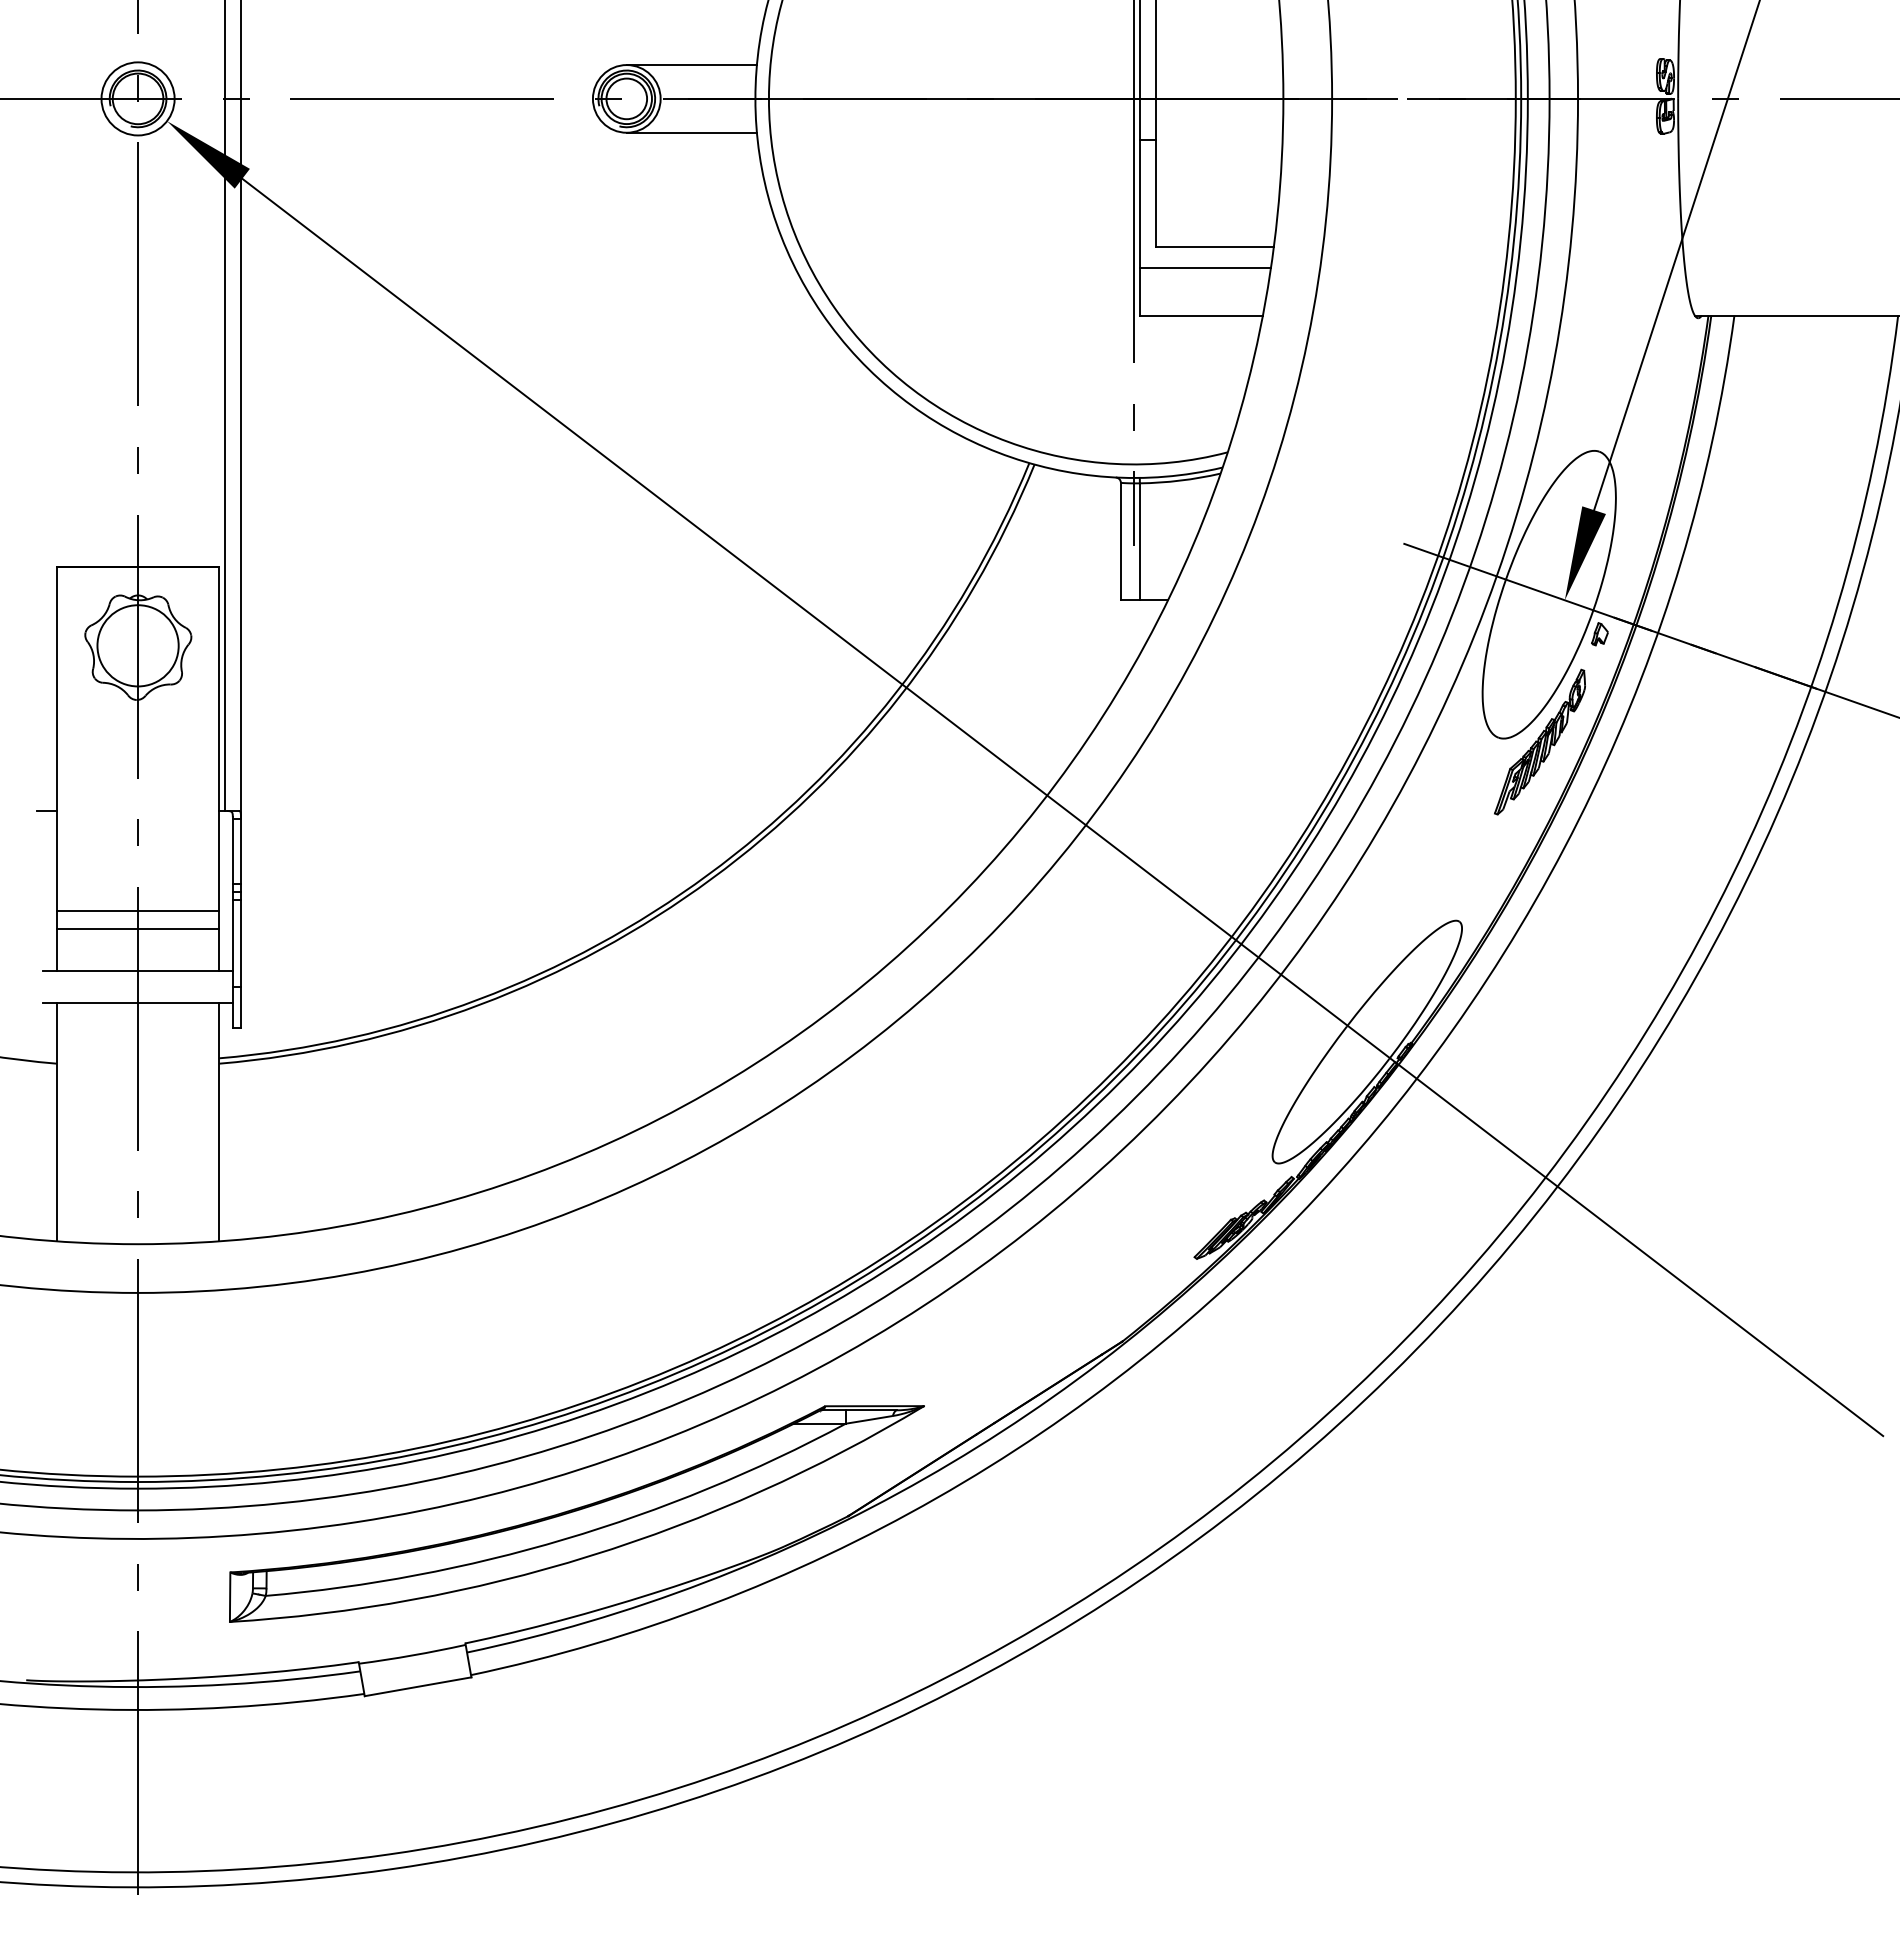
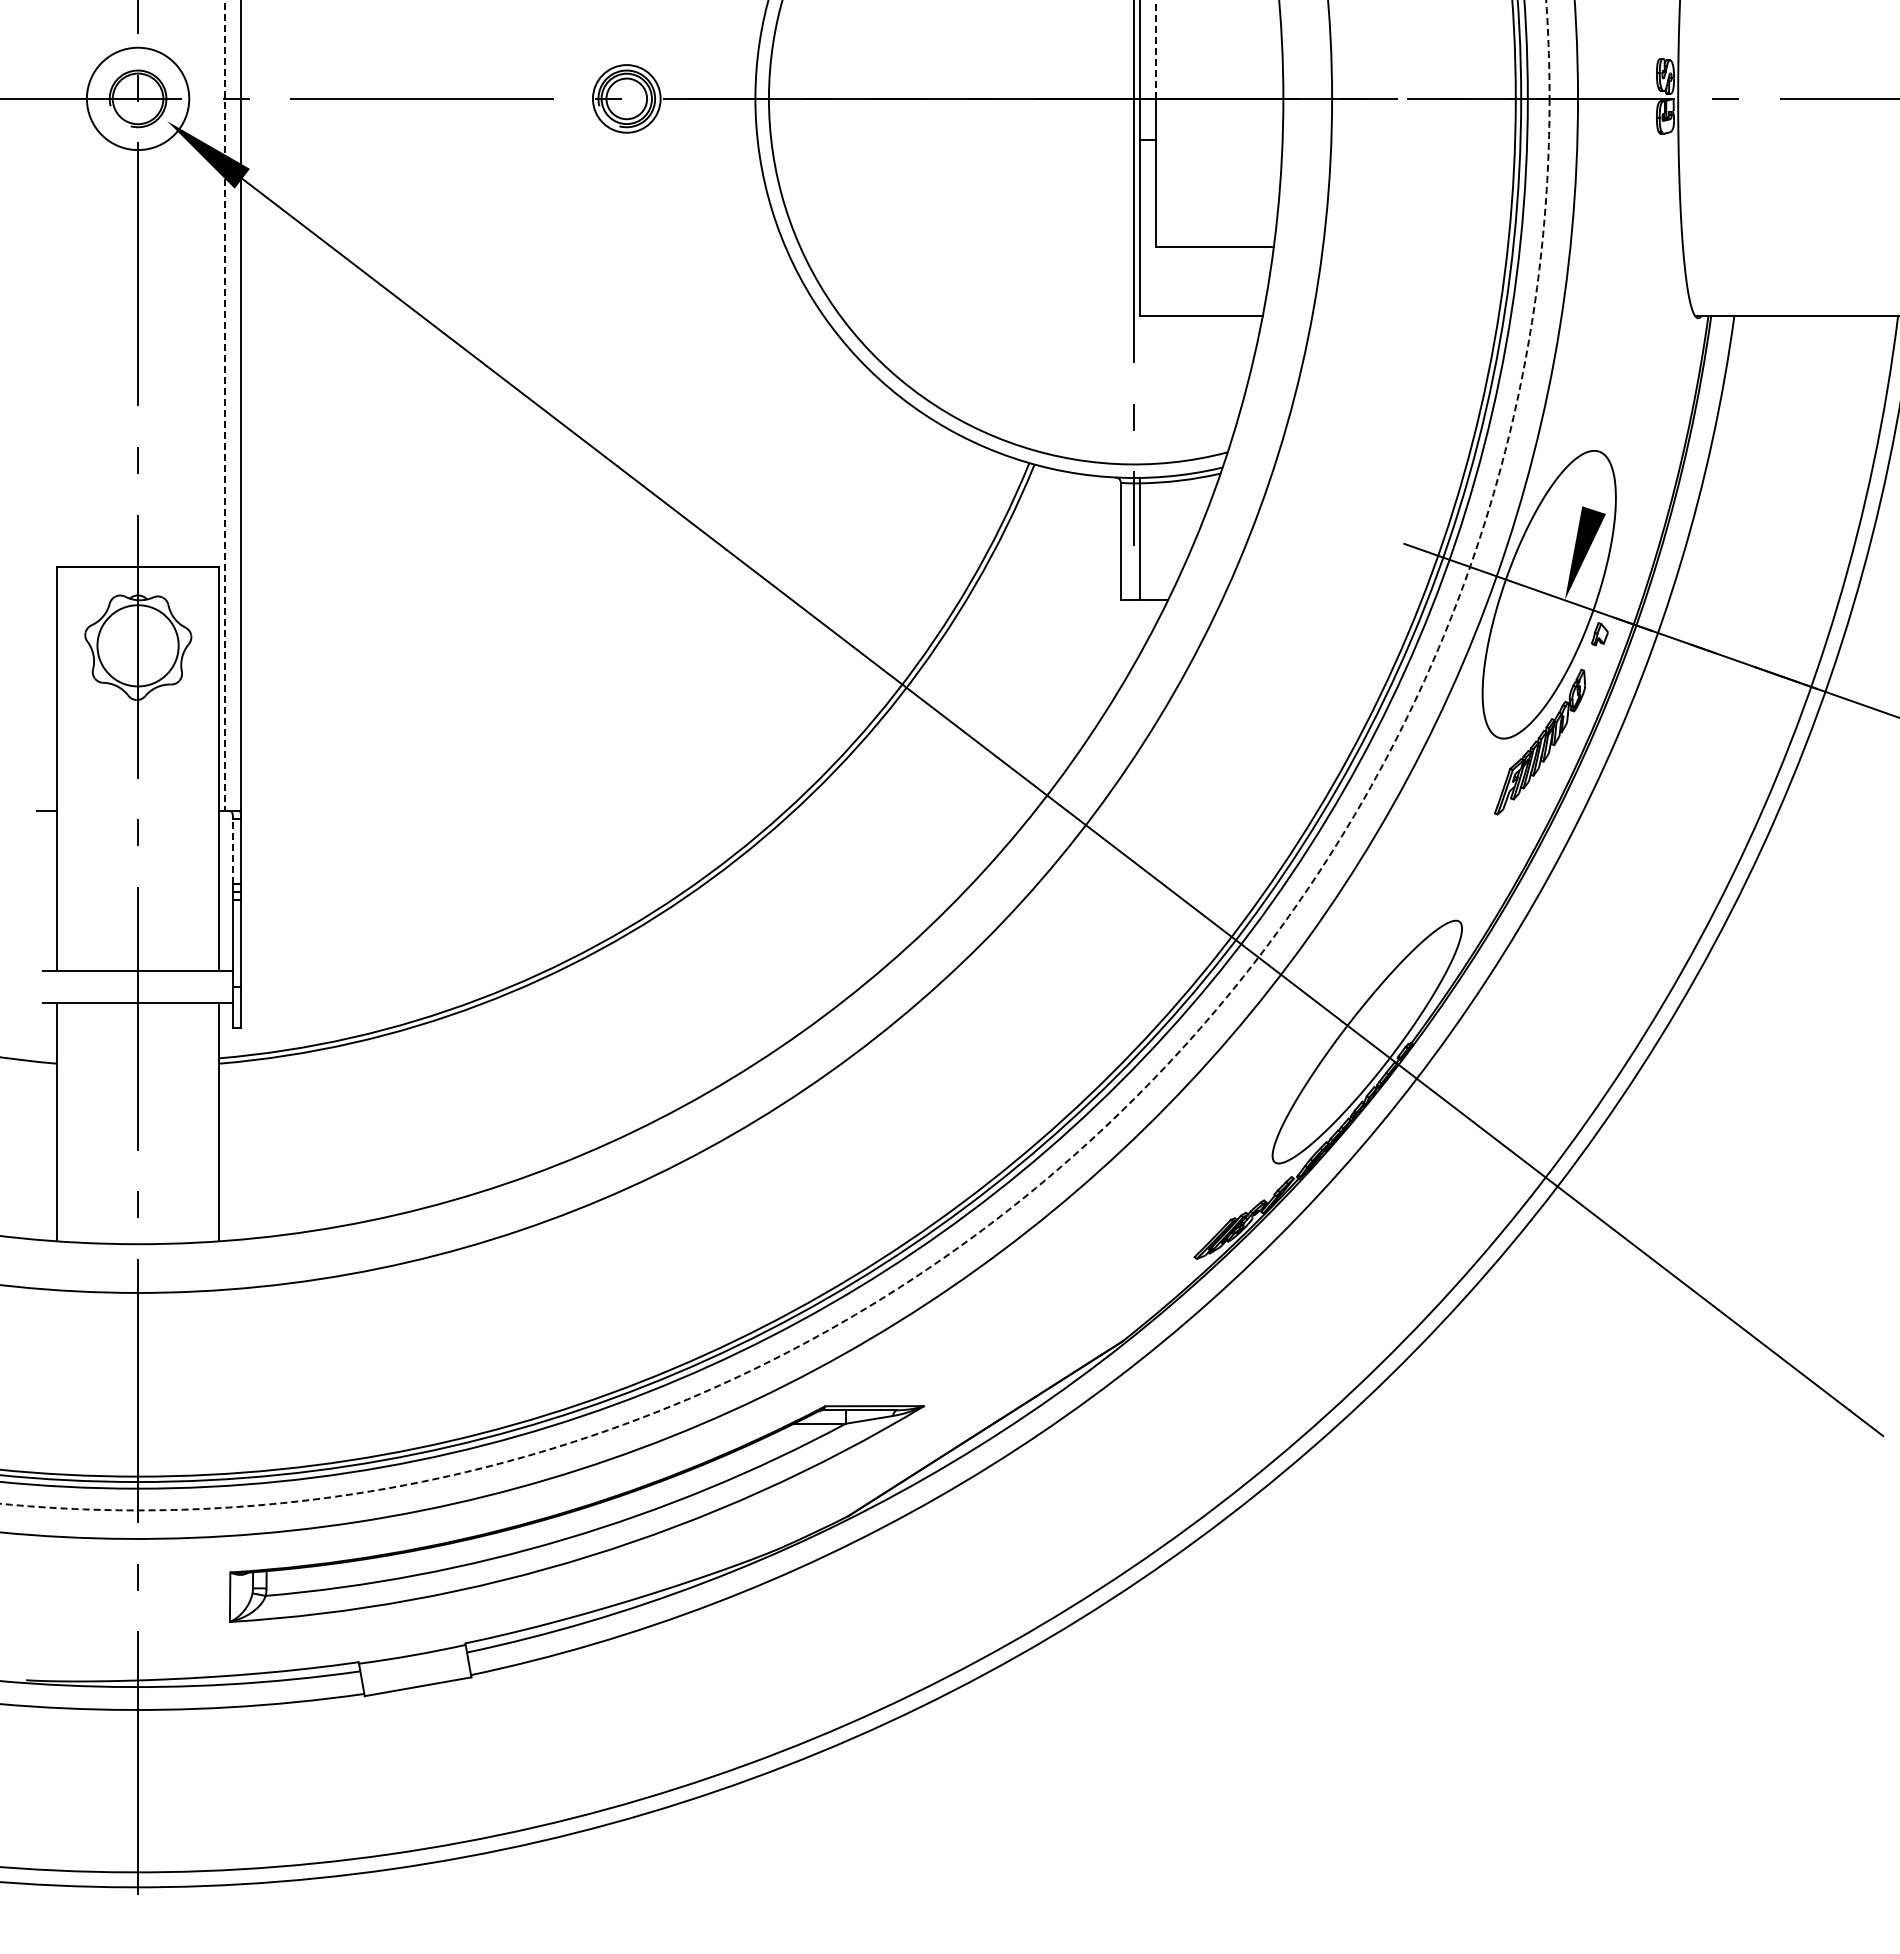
line at (1156, 48): solid -> dashed
line at (691, 65): present -> none
circle at (137, 98) diameter: 73 px -> 102 px
line at (691, 132): present -> none
line at (1676, 256): present -> none
line at (1204, 268): present -> none
line at (224, 406): solid -> dashed
circle at (774, 755): solid -> dashed
line at (232, 851): solid -> dashed
line at (137, 910): present -> none
line at (137, 929): present -> none
